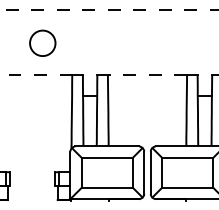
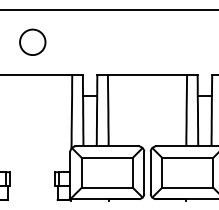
line at (110, 9): dashed -> solid
circle at (42, 42) position: (42, 42) -> (32, 41)
line at (35, 75): dashed -> solid
line at (147, 75): dashed -> solid
